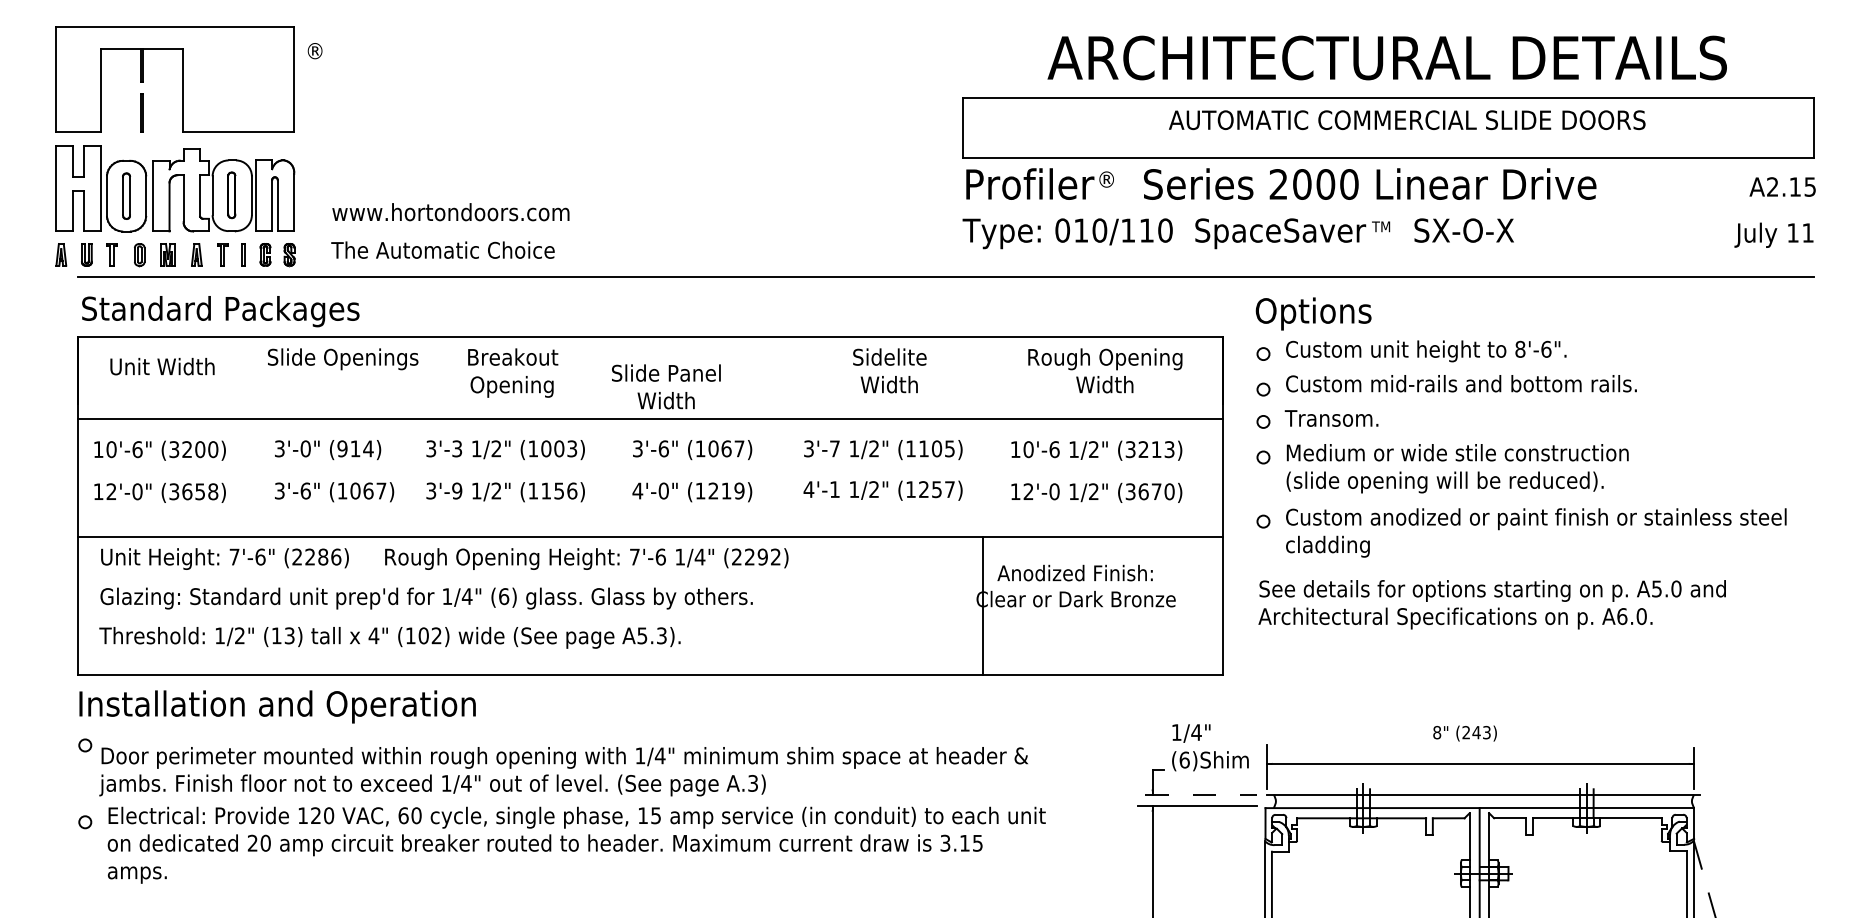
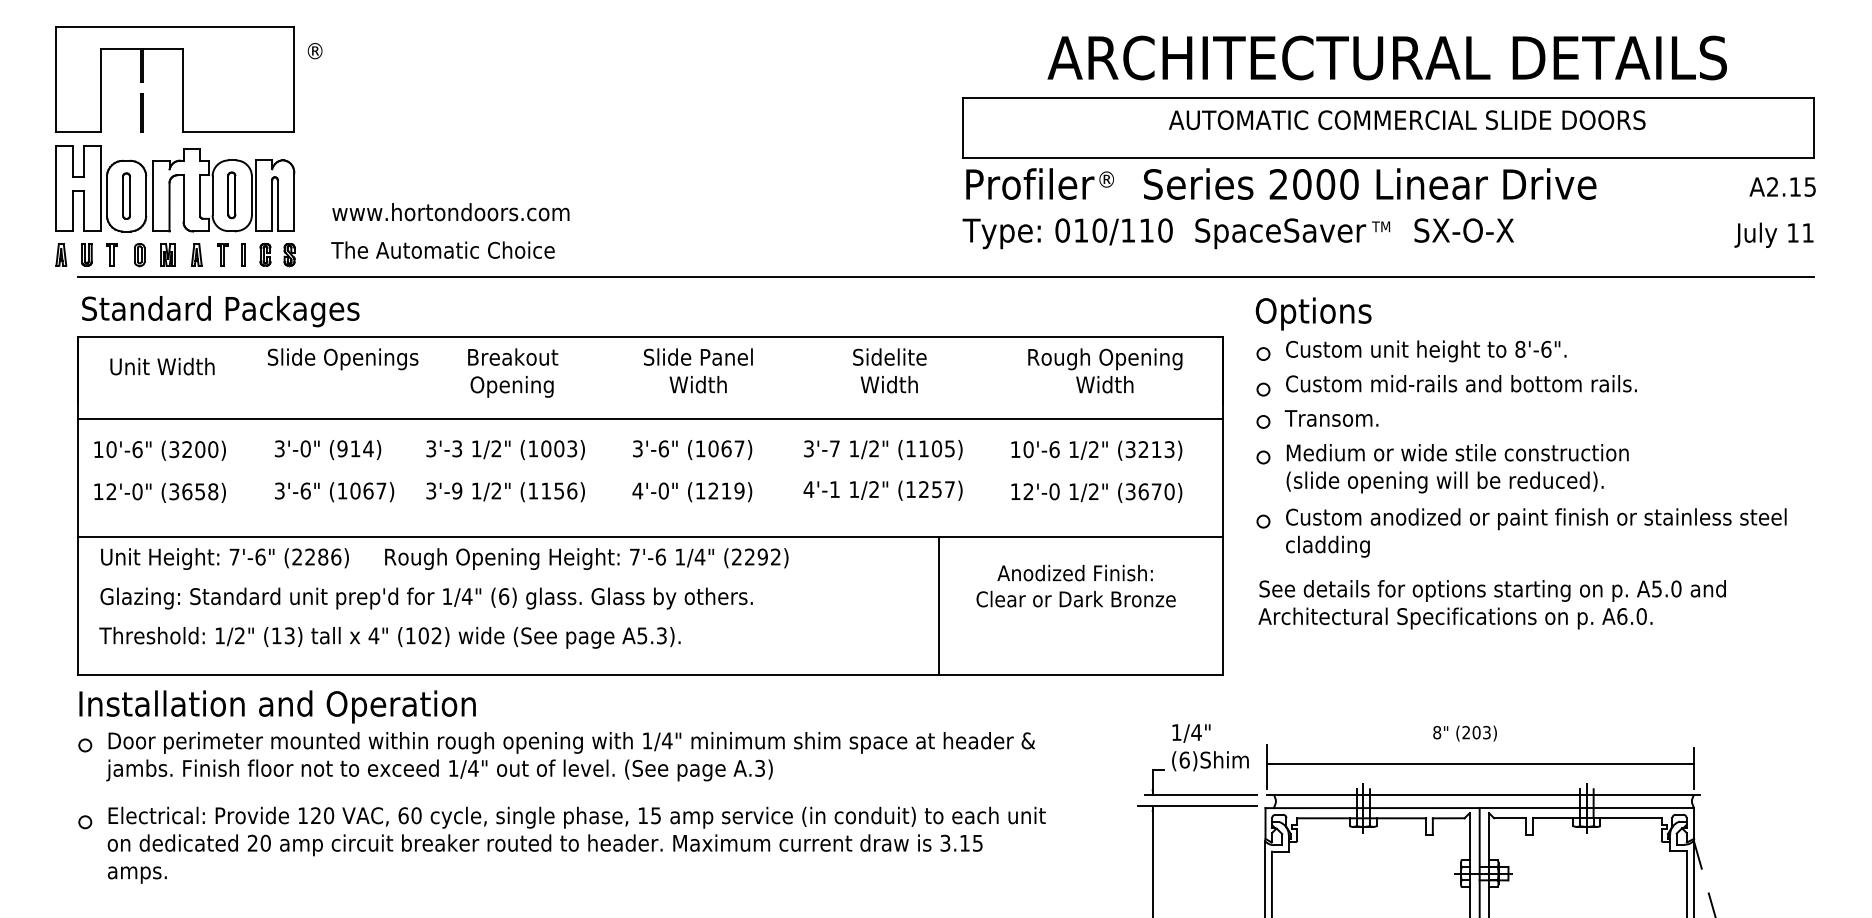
text at (666, 386) position: (666, 386) -> (698, 370)
line at (982, 605) position: (982, 605) -> (938, 605)
text at (1476, 732): (243) -> (203)
text at (563, 771) position: (563, 771) -> (570, 756)
line at (1200, 794): dashed -> solid
